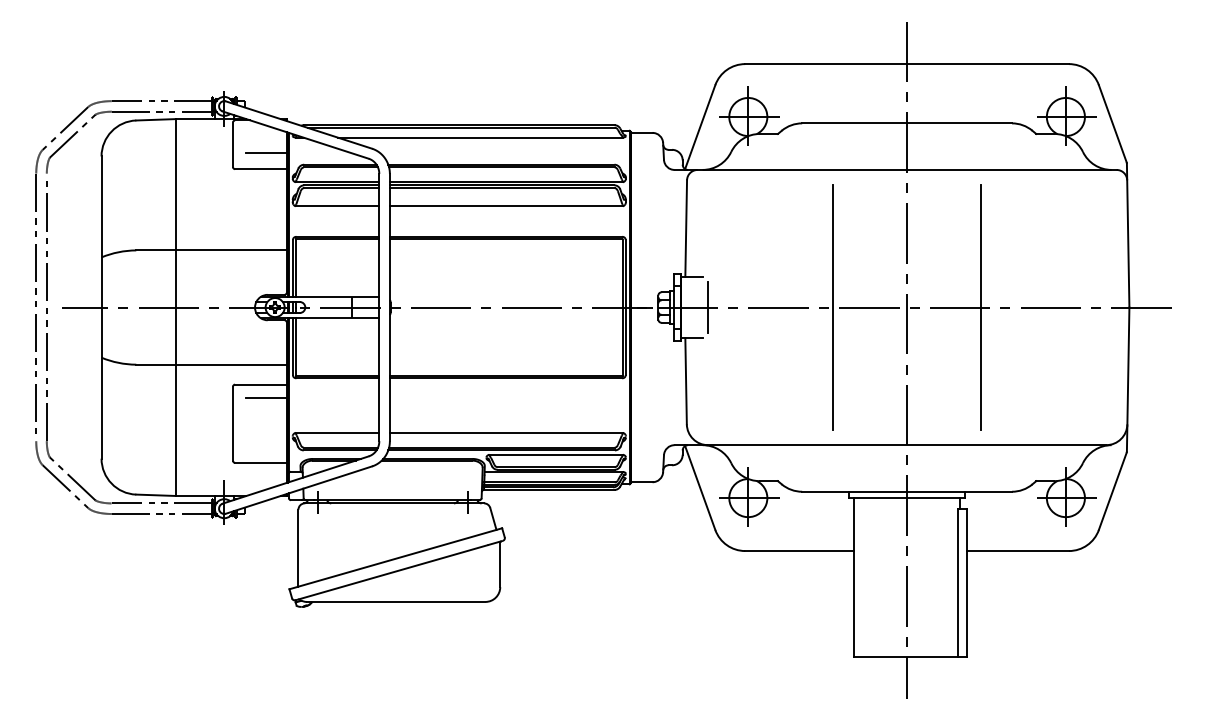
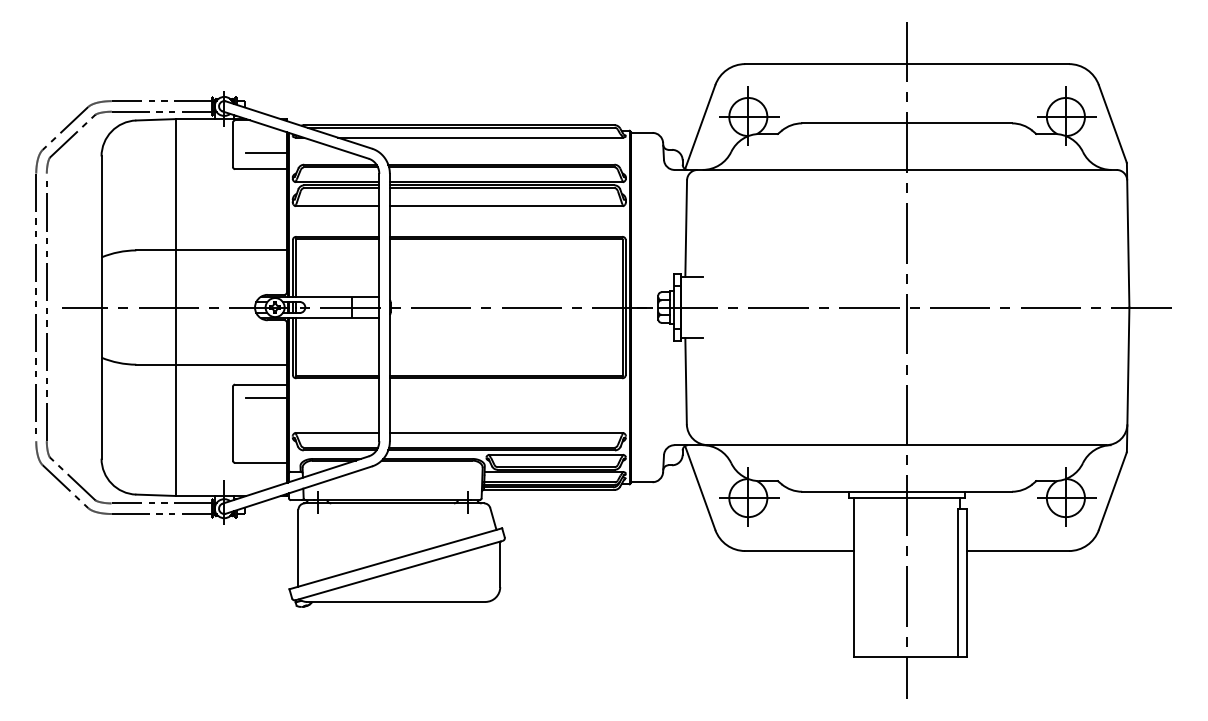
line at (707, 307): present -> none
line at (833, 307): present -> none
line at (981, 307): present -> none
